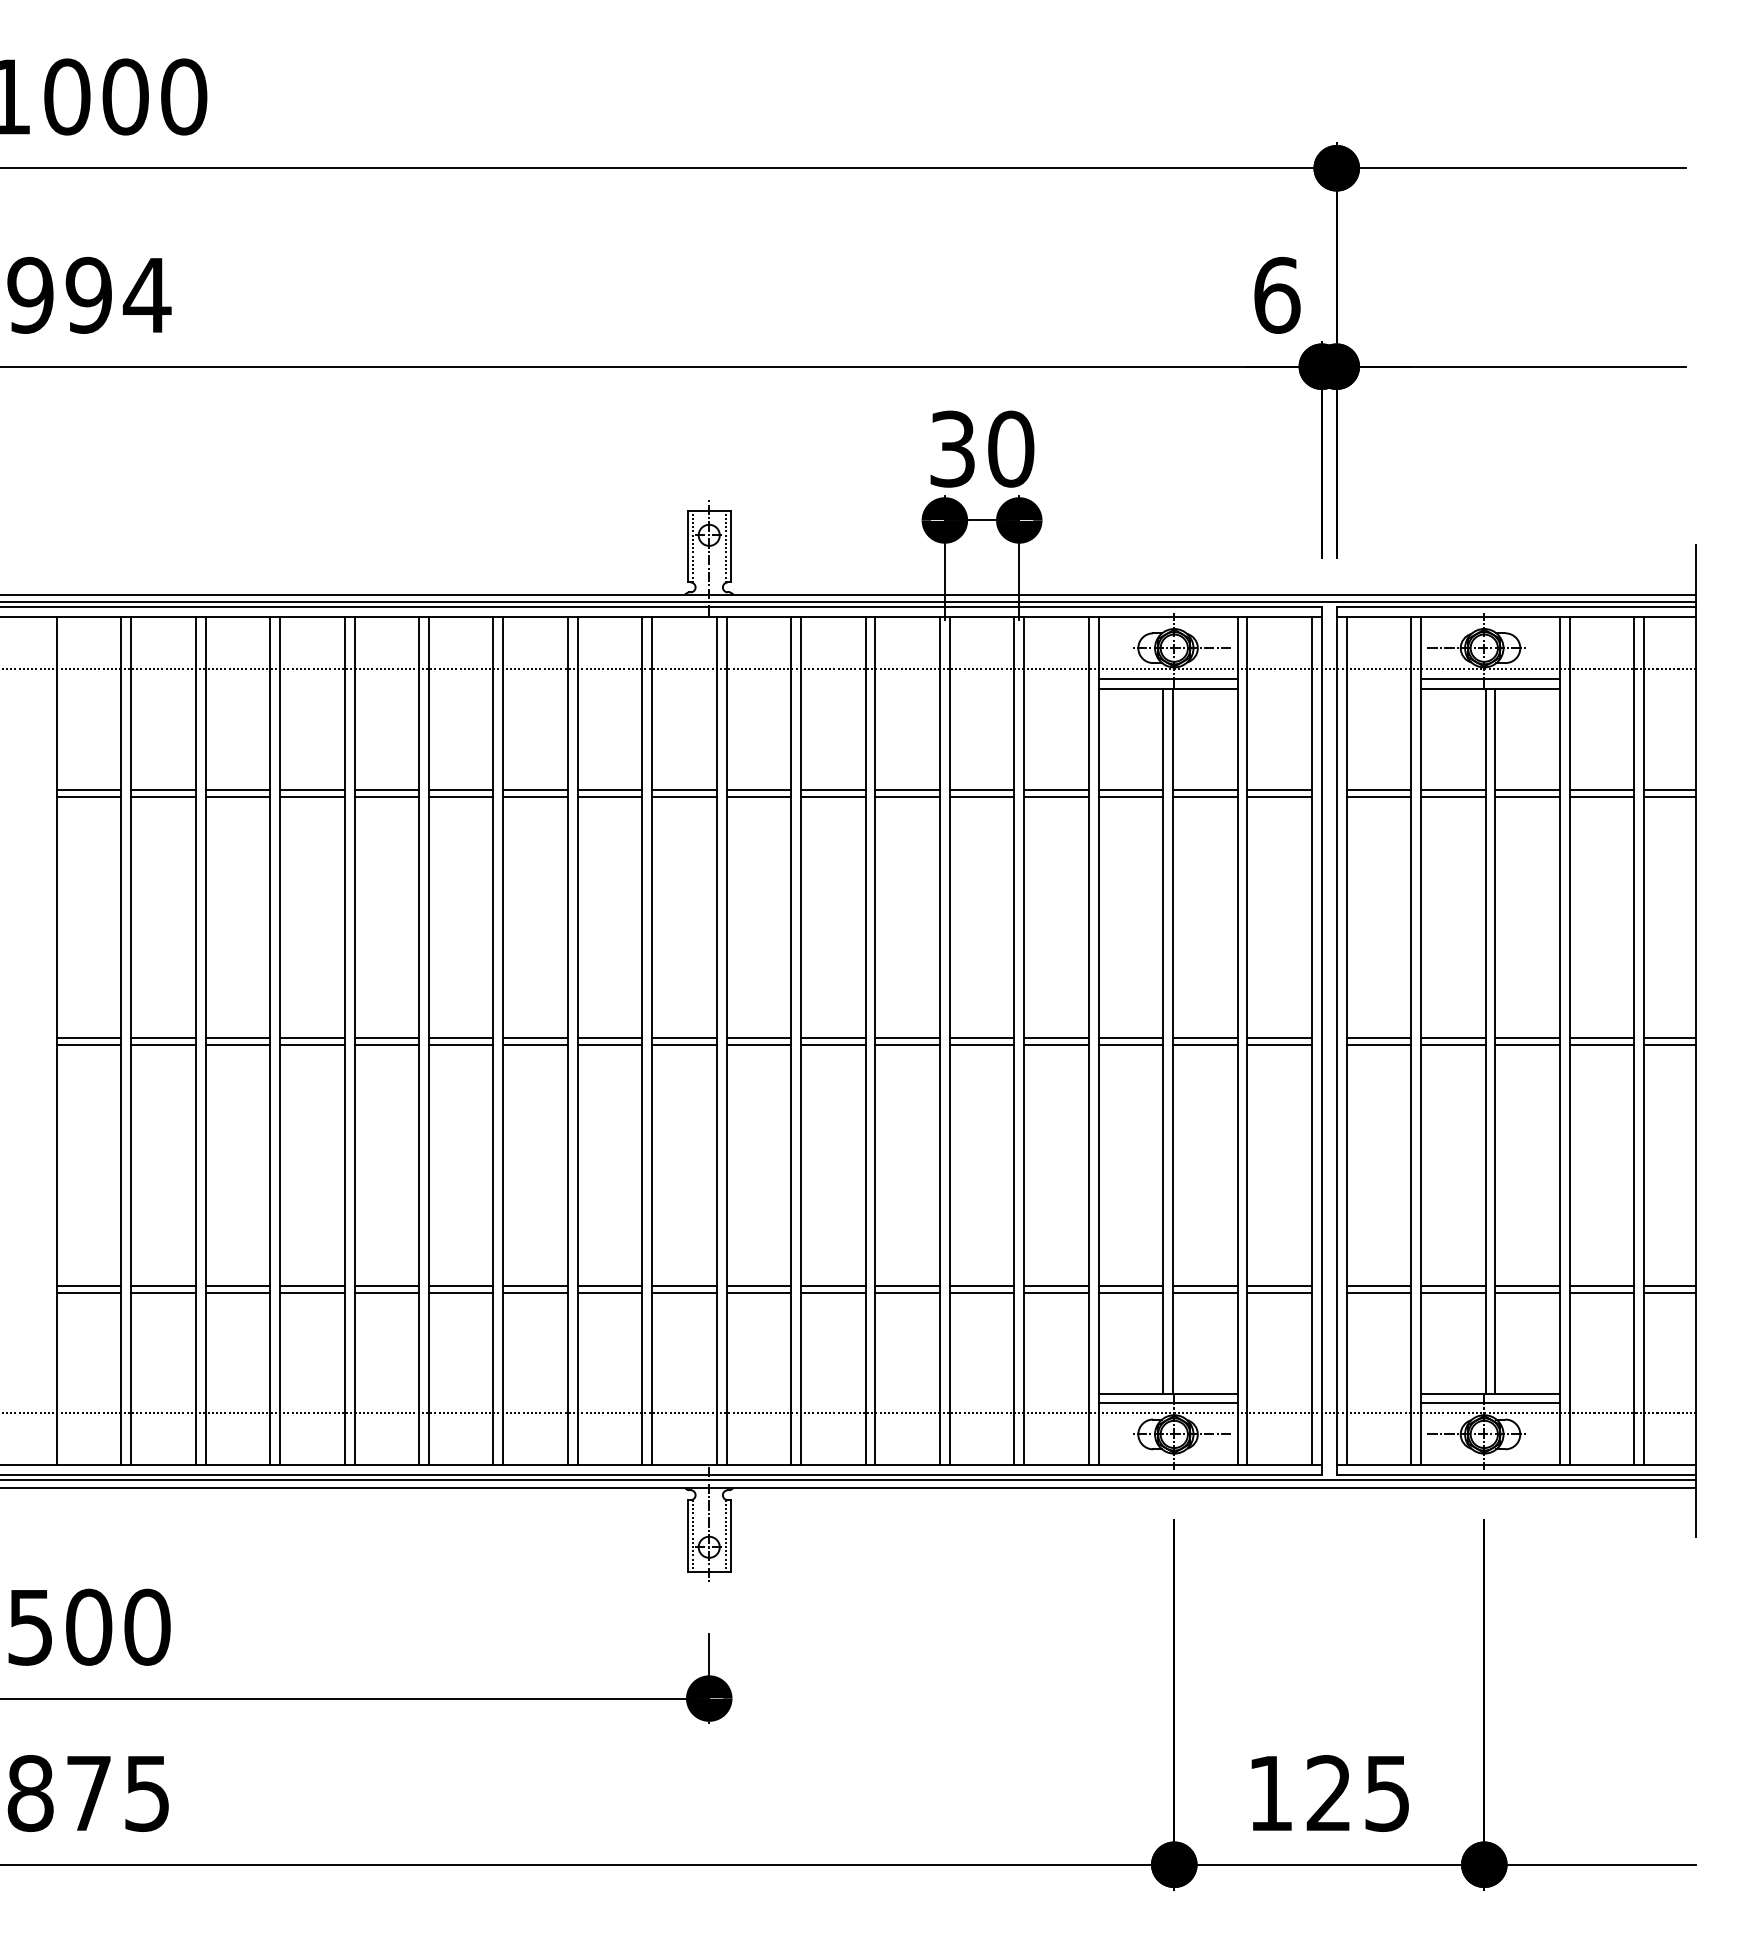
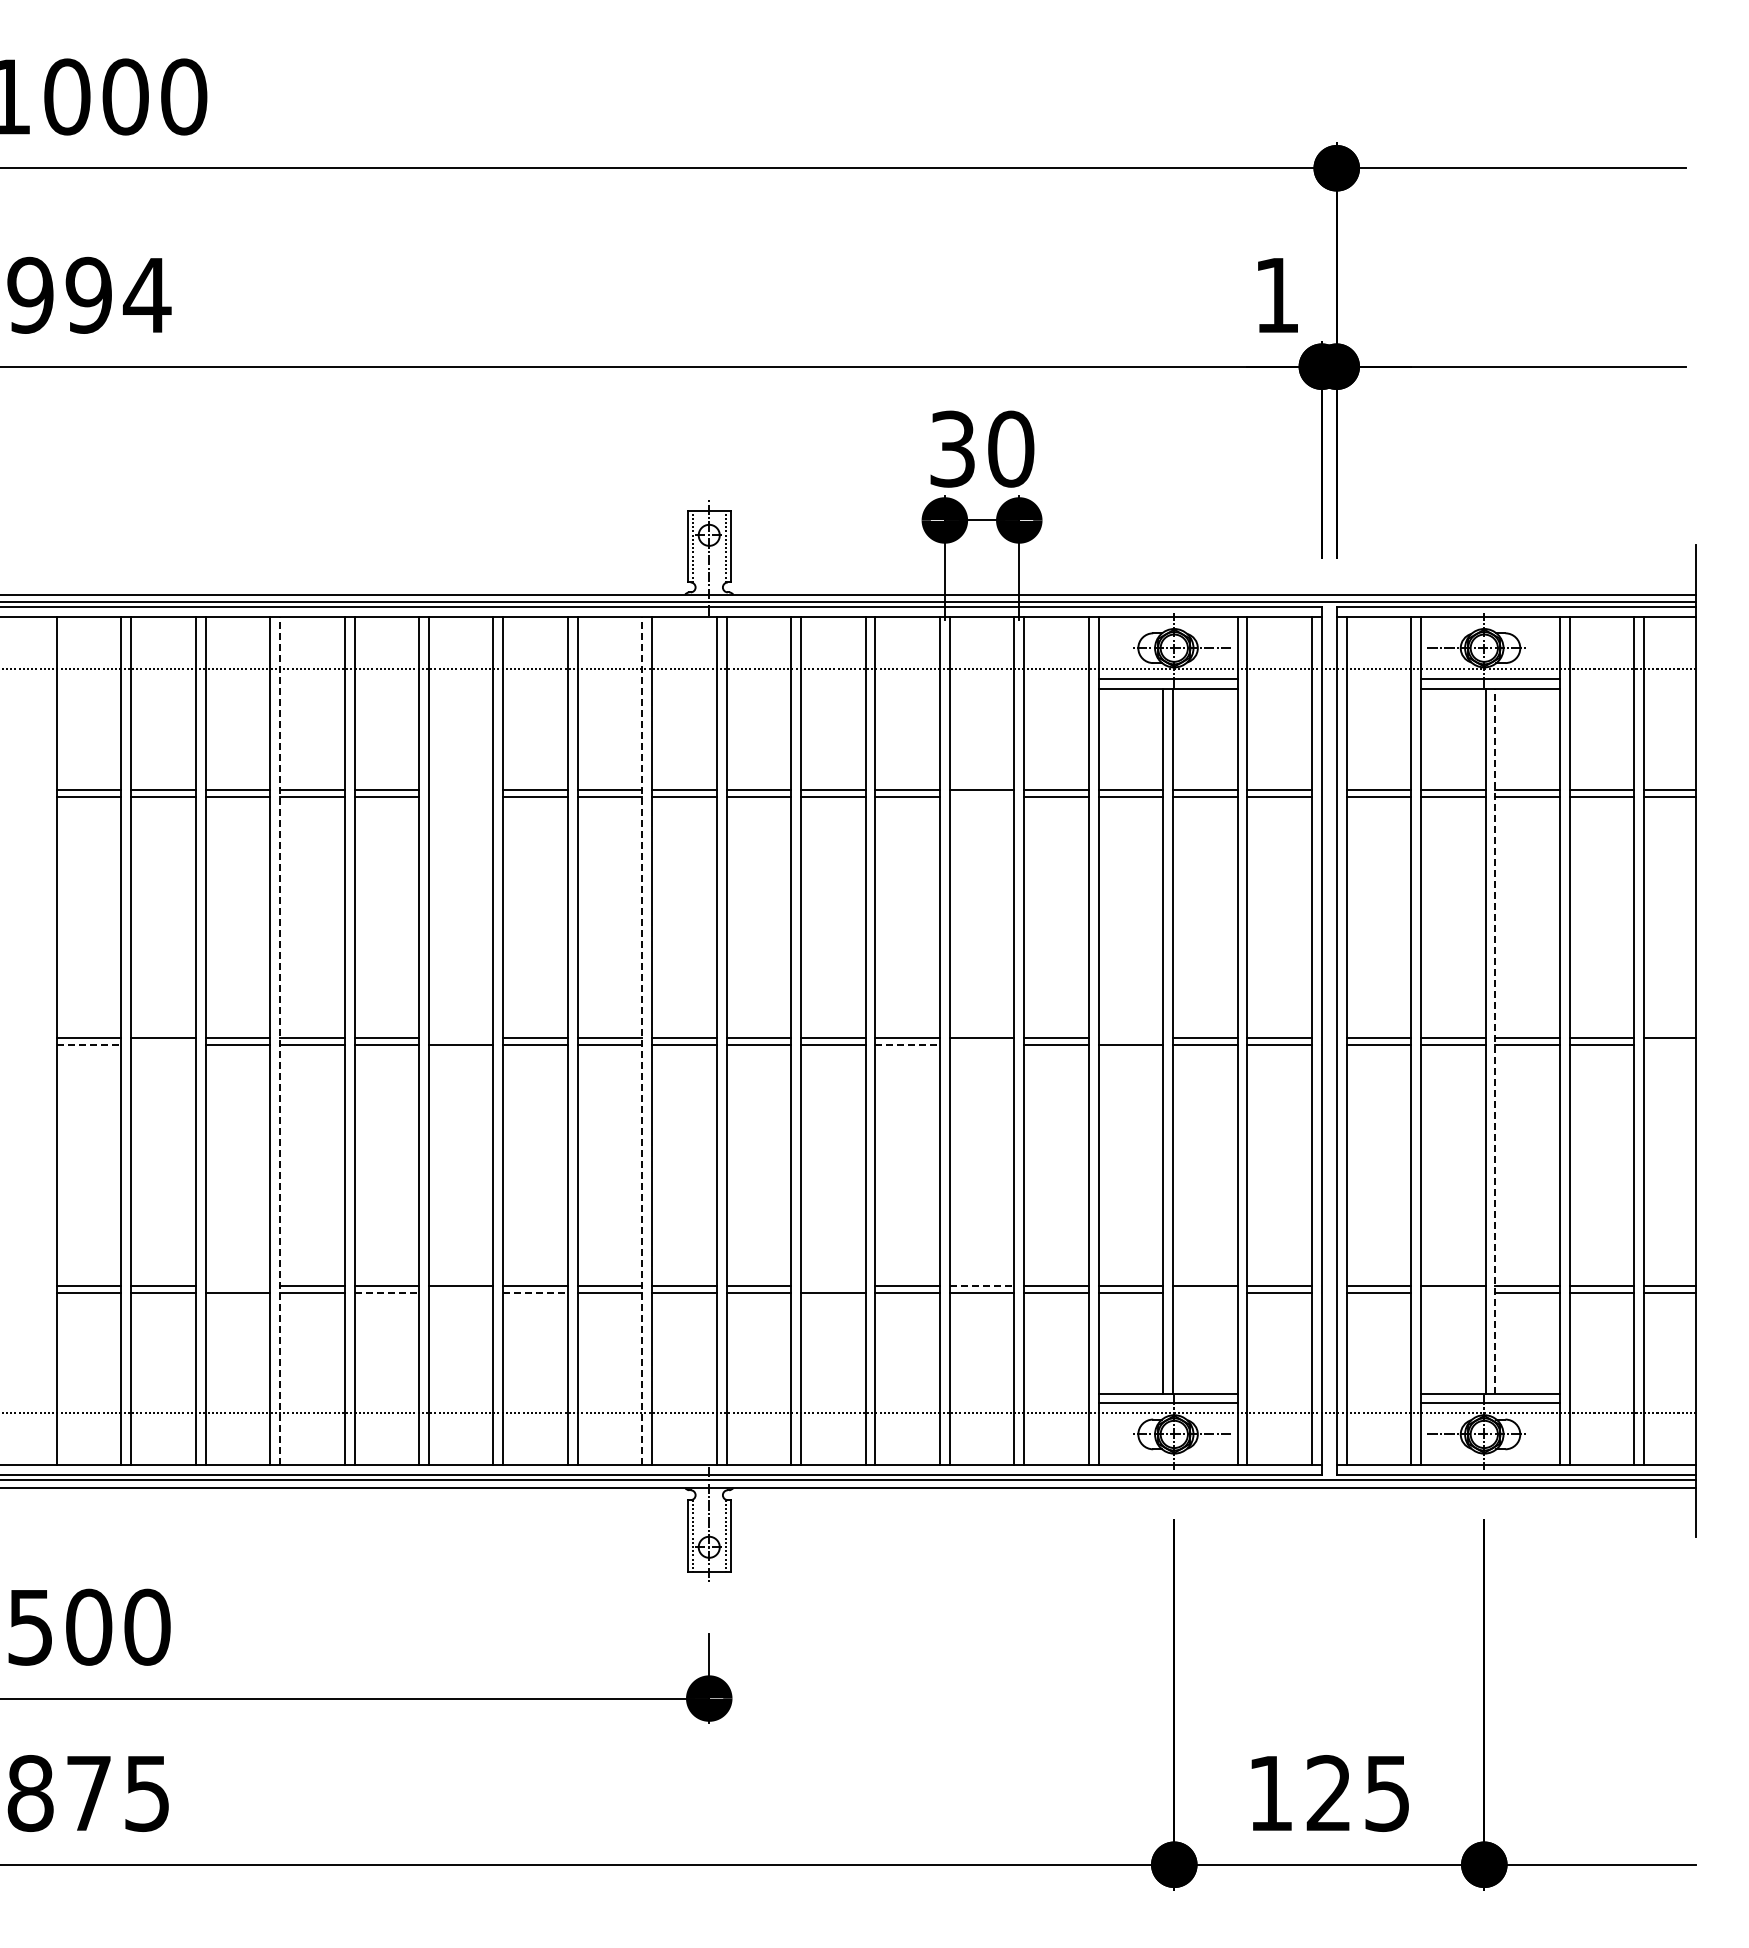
text at (1277, 294): 6 -> 1
line at (460, 789): present -> none
line at (460, 797): present -> none
line at (981, 797): present -> none
line at (460, 1037): present -> none
line at (1130, 1037): present -> none
line at (280, 1040): solid -> dashed
line at (642, 1040): solid -> dashed
line at (1495, 1040): solid -> dashed
line at (89, 1045): solid -> dashed
line at (163, 1045): present -> none
line at (908, 1045): solid -> dashed
line at (981, 1045): present -> none
line at (1670, 1045): present -> none
line at (237, 1285): present -> none
line at (833, 1285): present -> none
line at (982, 1285): solid -> dashed
line at (387, 1293): solid -> dashed
line at (460, 1293): present -> none
line at (536, 1293): solid -> dashed
line at (1205, 1293): present -> none
line at (1453, 1293): present -> none
